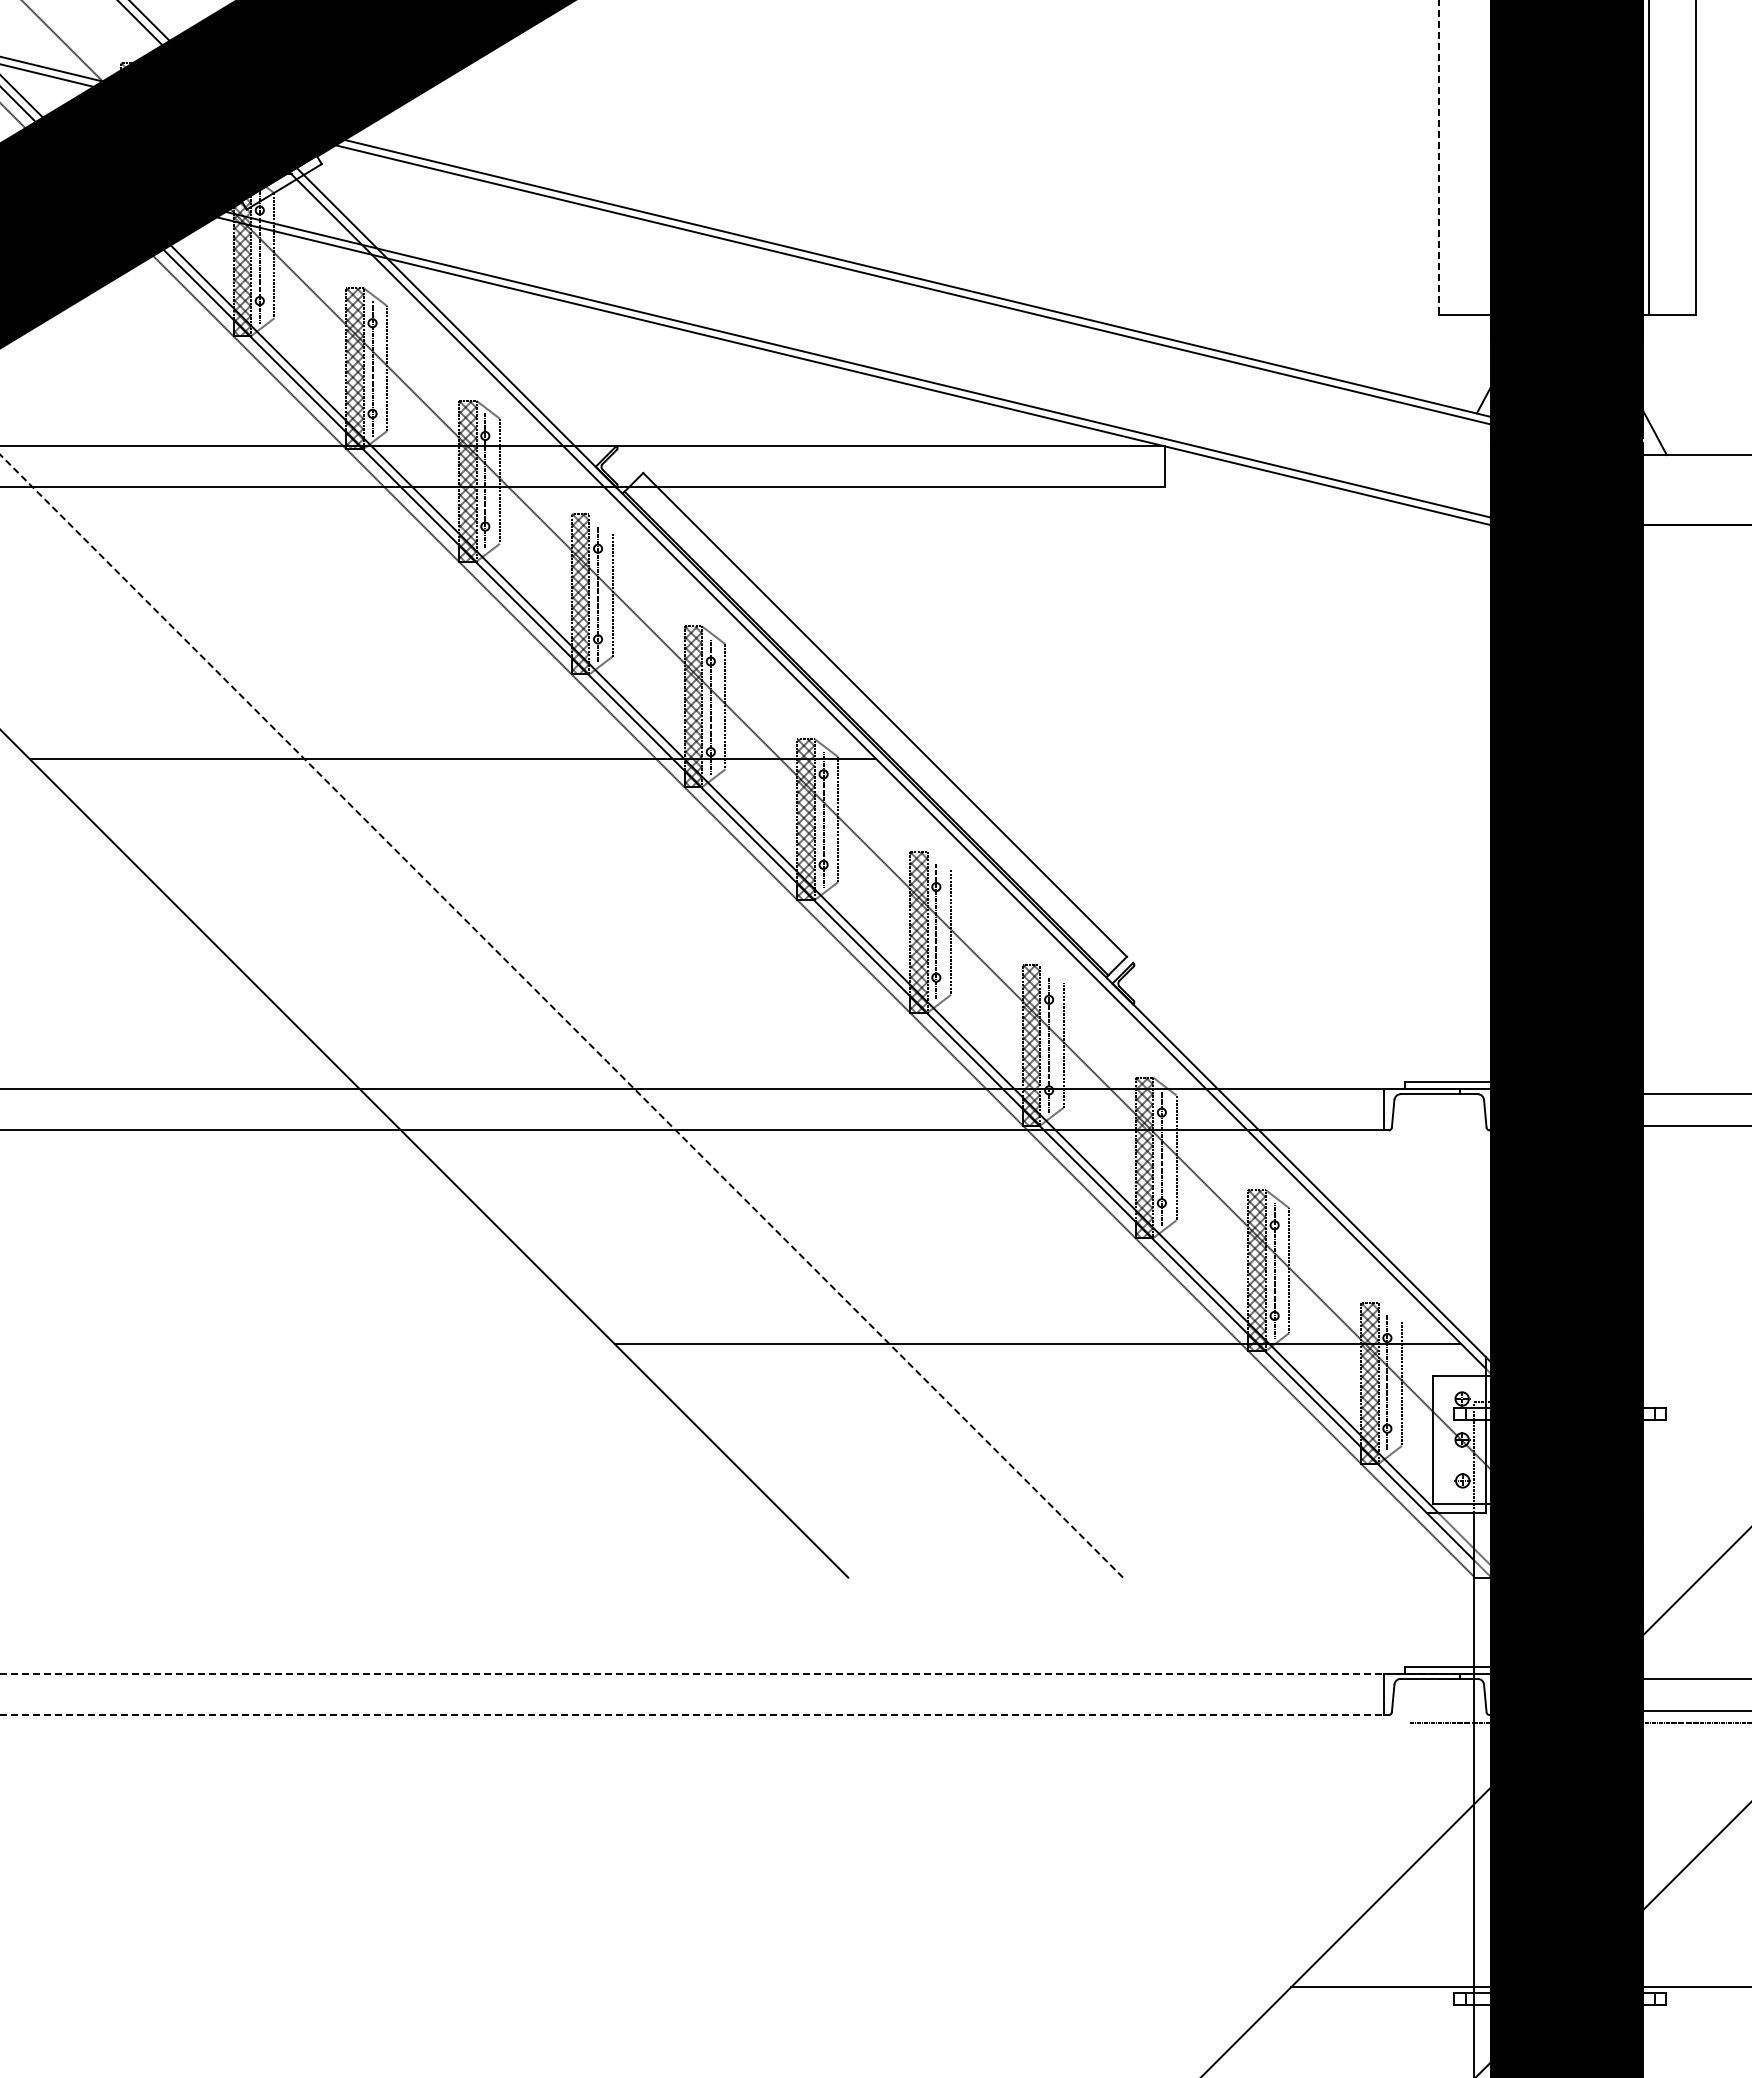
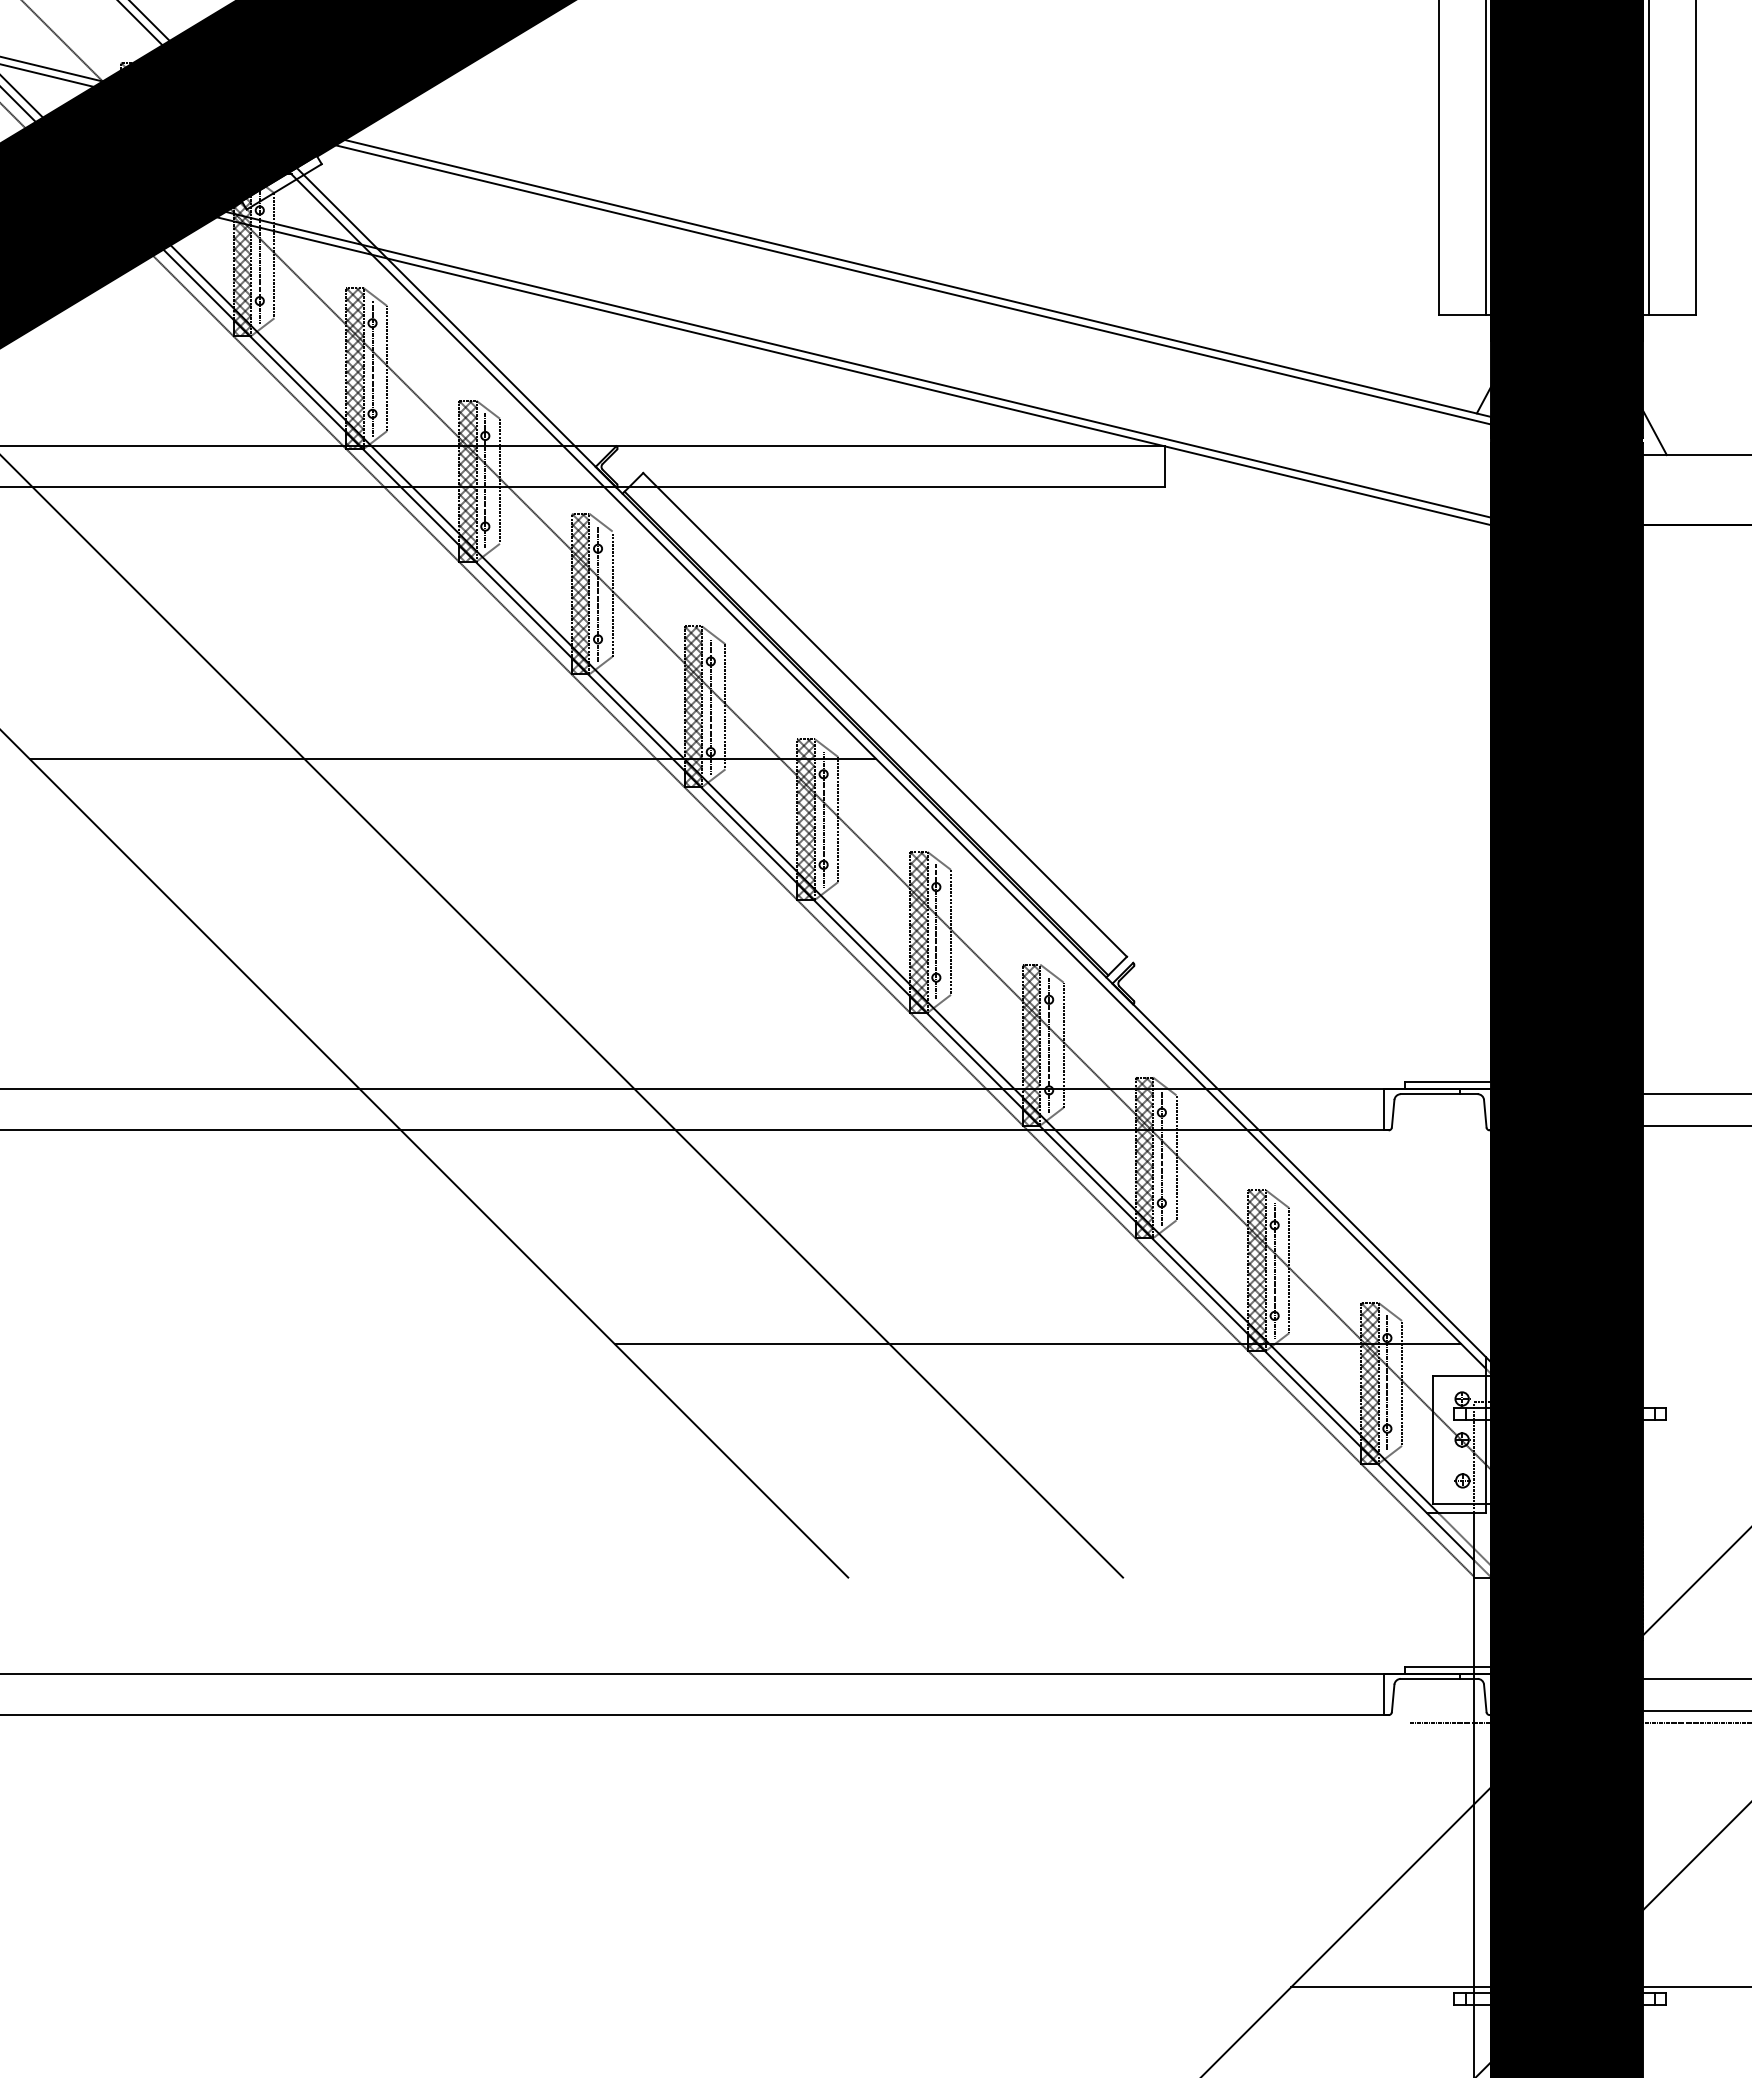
line at (1438, 157): dashed -> solid
line at (1486, 158): none -> present
line at (600, 522): none -> present
line at (938, 860): none -> present
line at (1051, 973): none -> present
line at (561, 1016): dashed -> solid
line at (1390, 1311): none -> present
line at (766, 1674): dashed -> solid
line at (694, 1715): dashed -> solid
